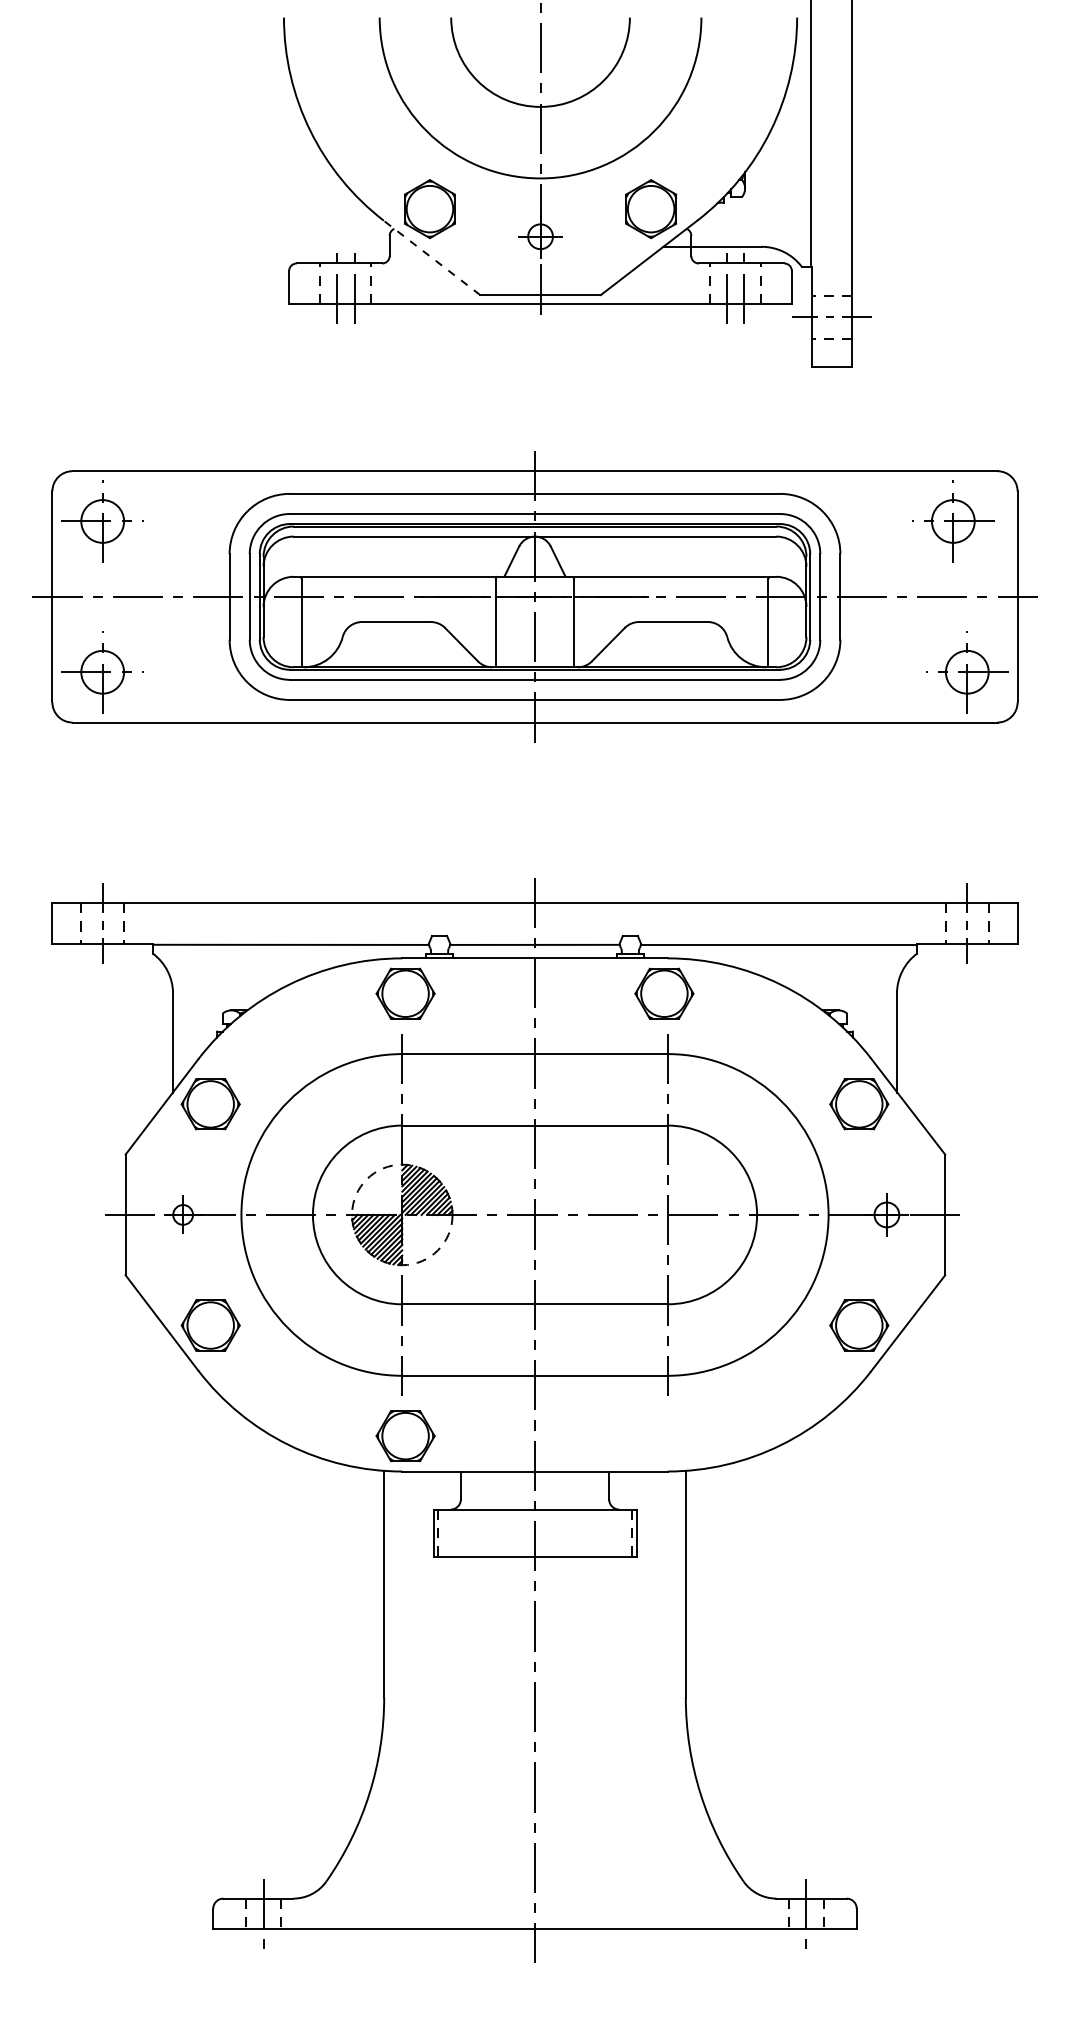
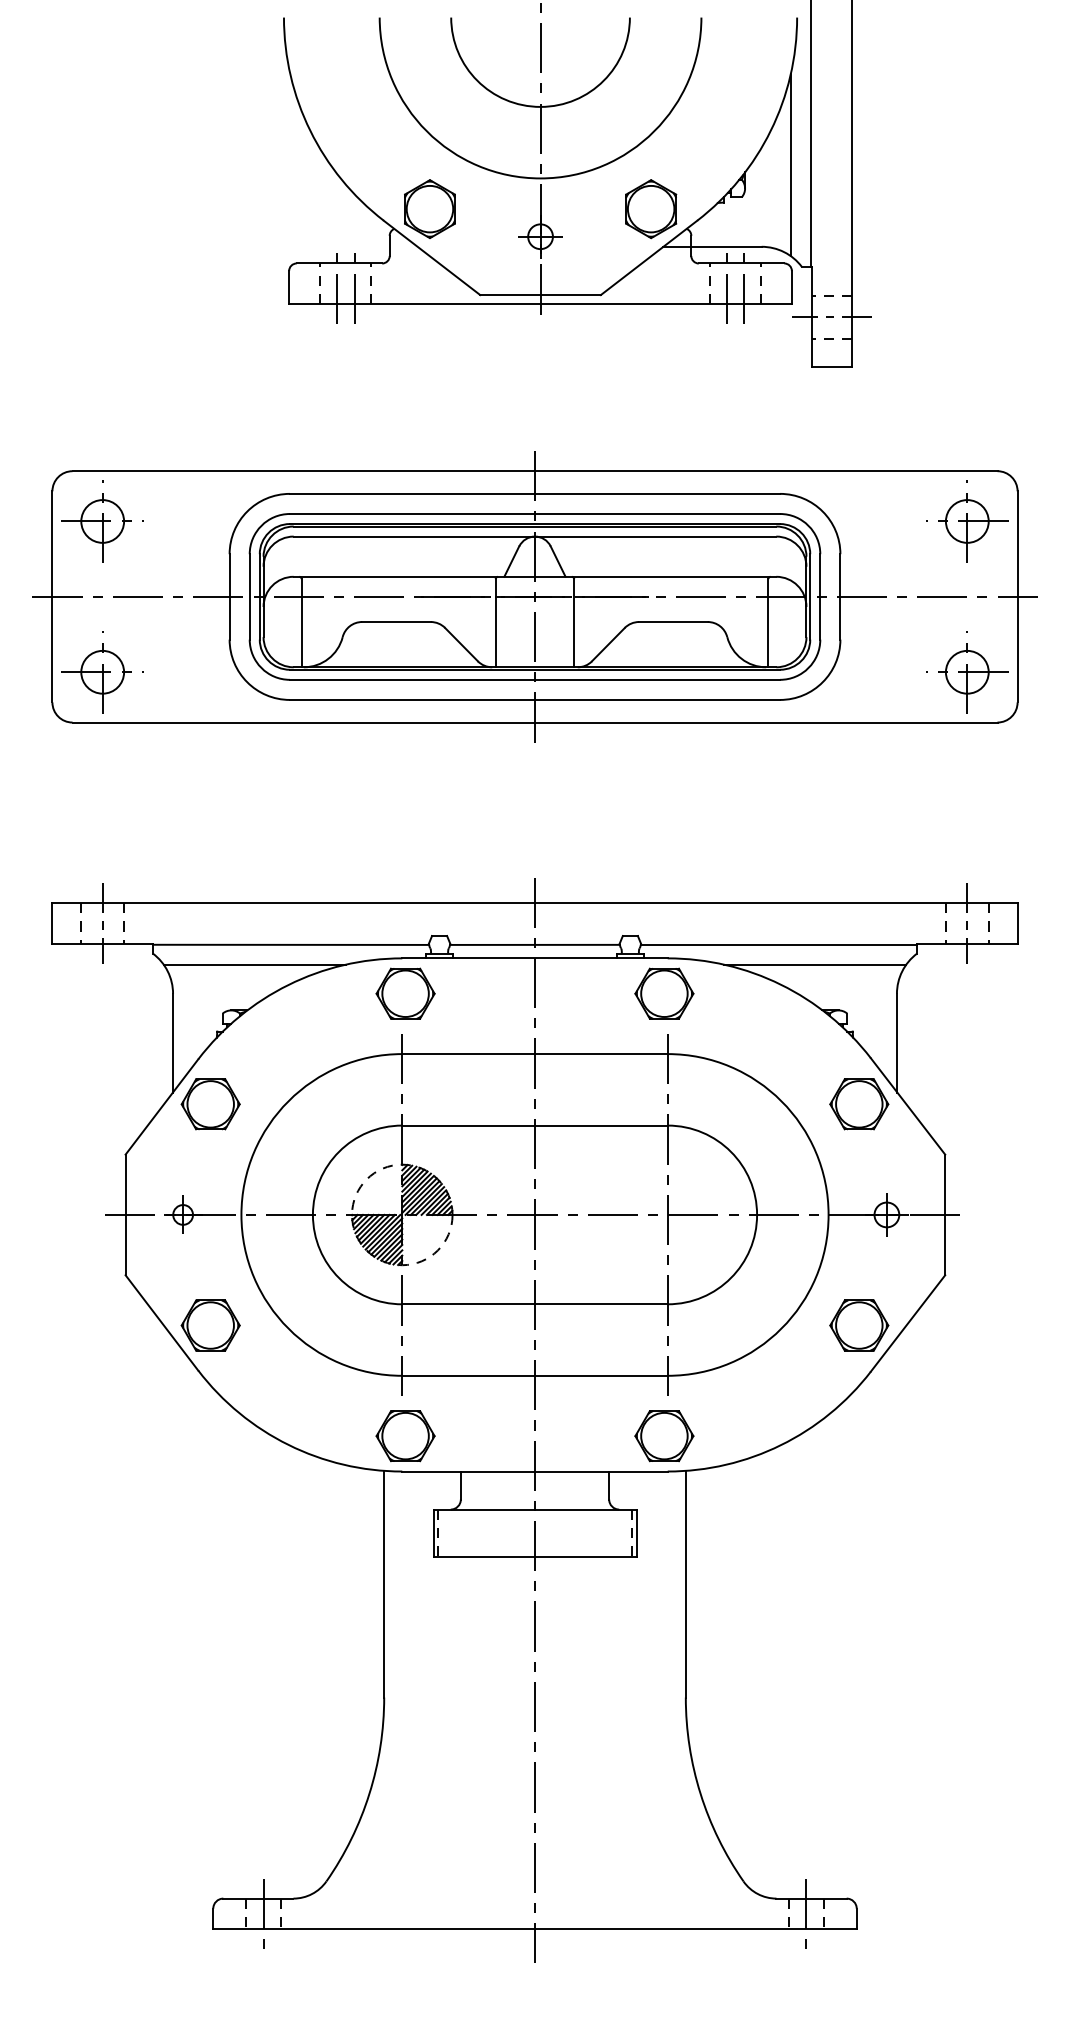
line at (790, 164): none -> present
line at (432, 257): dashed -> solid
part at (953, 521) position: (953, 521) -> (967, 521)
line at (254, 964): none -> present
line at (815, 964): none -> present
part at (664, 1436): none -> present
